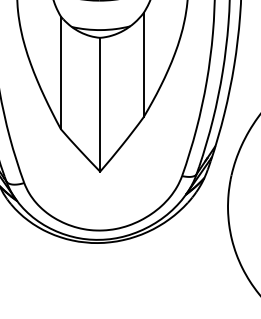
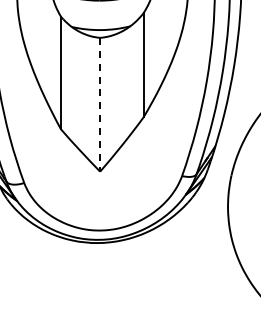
line at (100, 104): solid -> dashed
